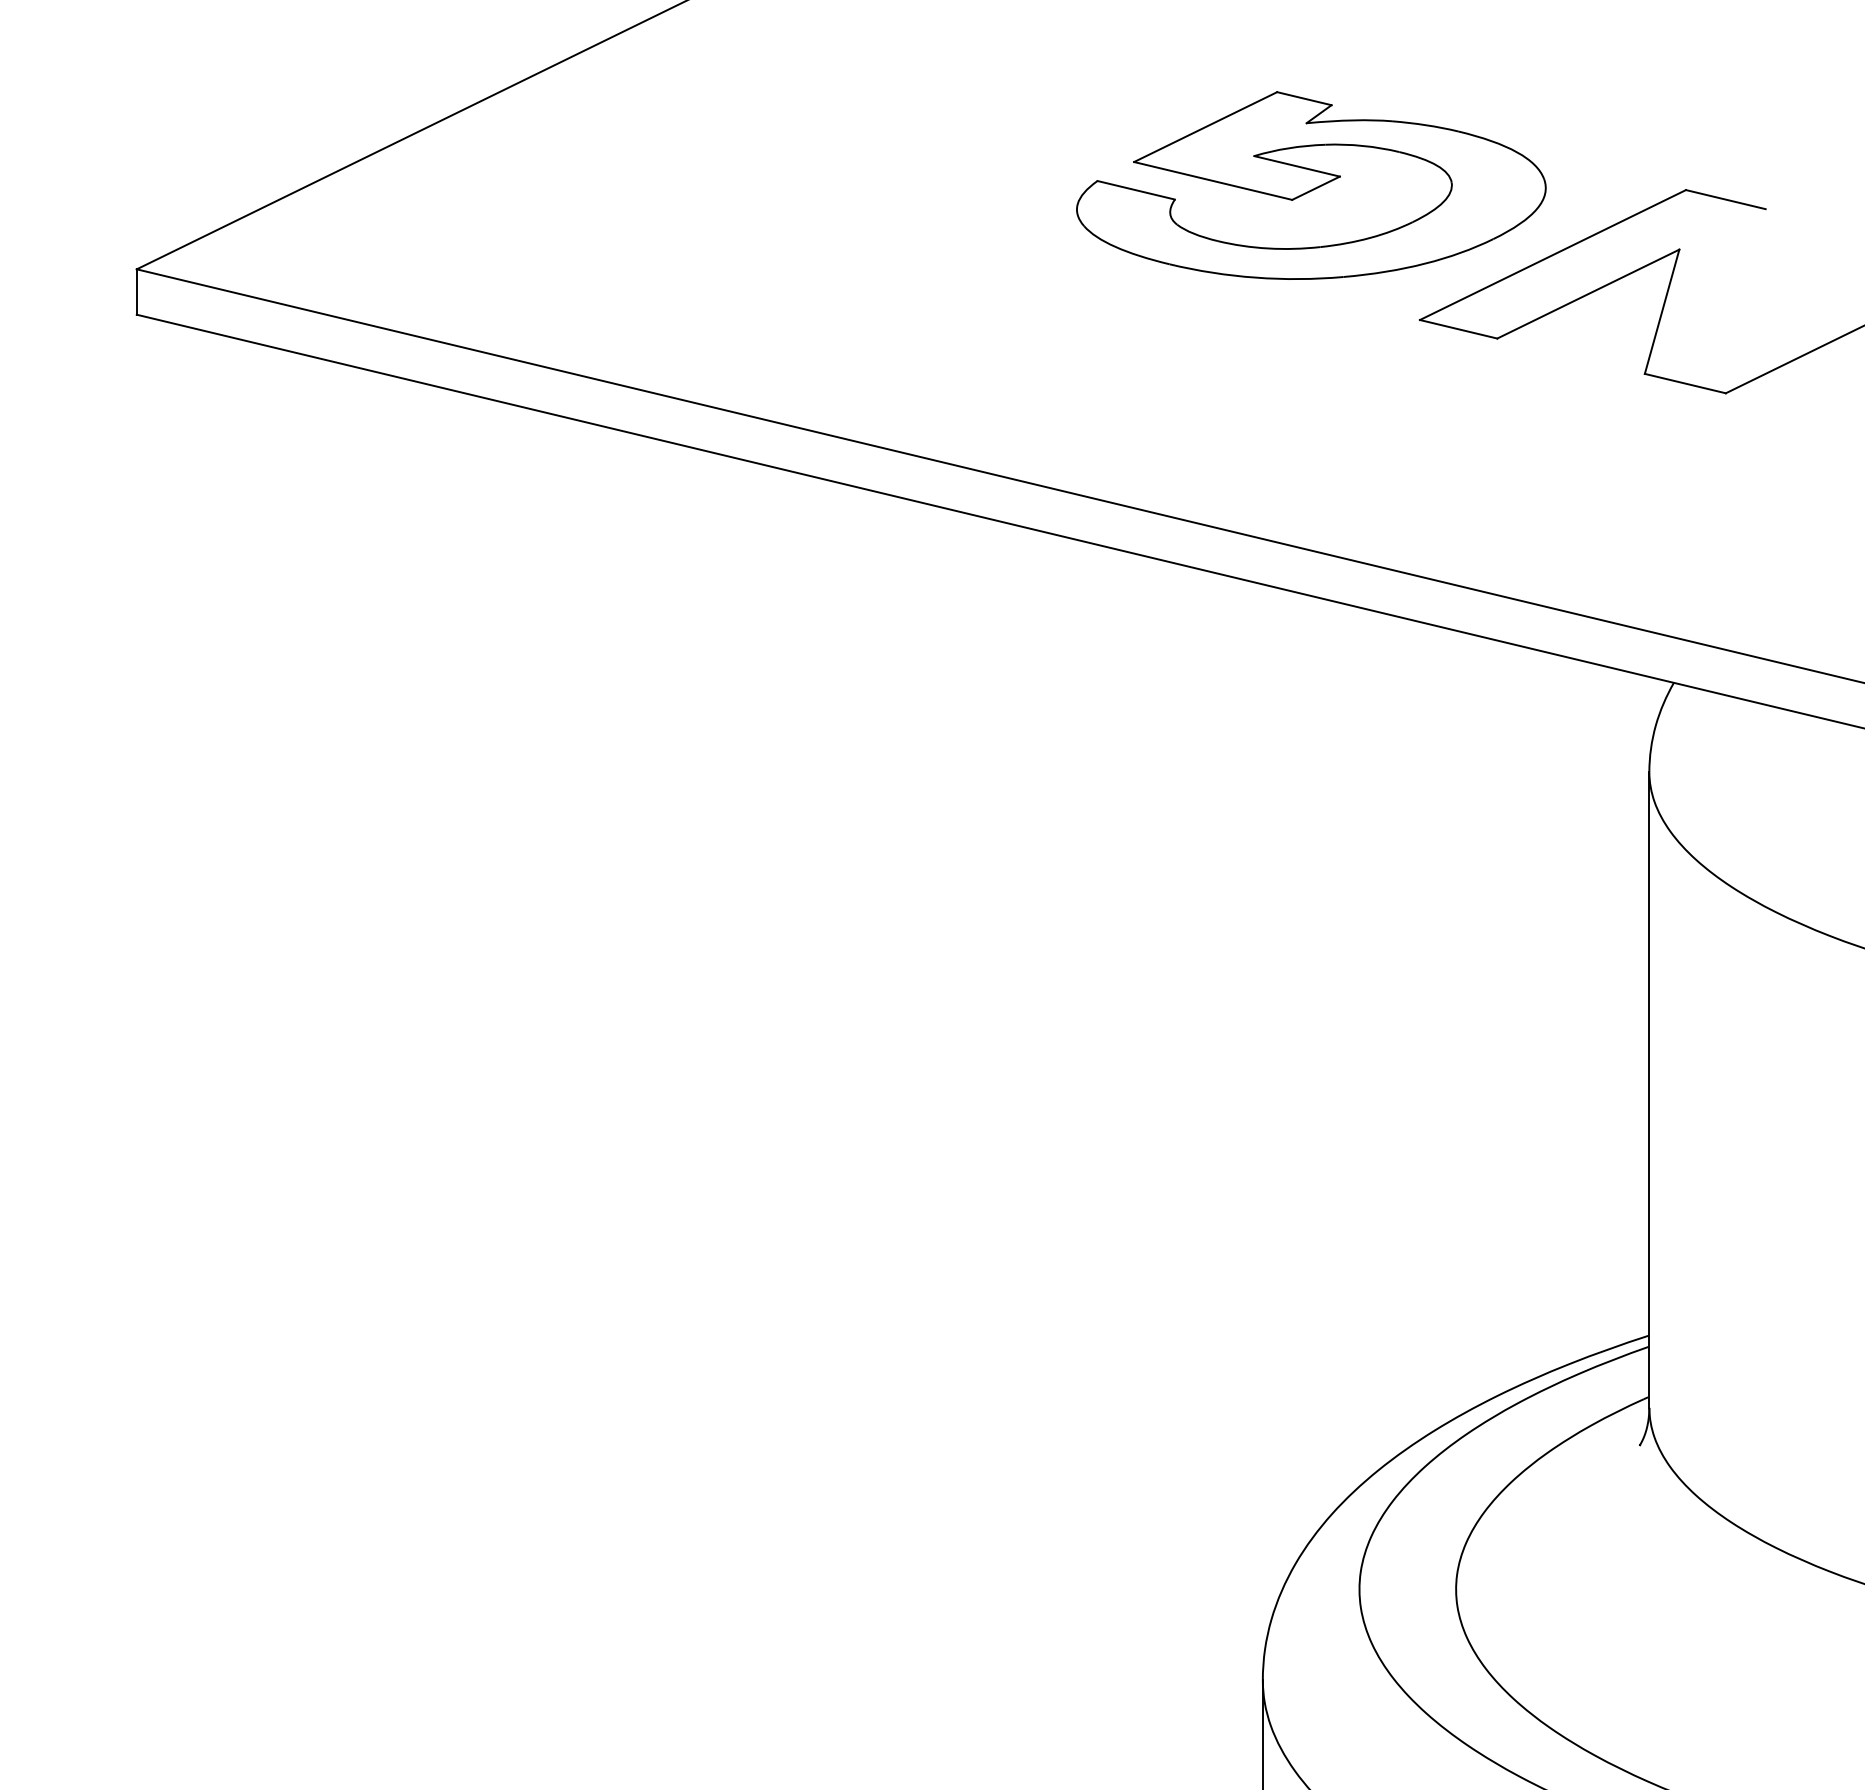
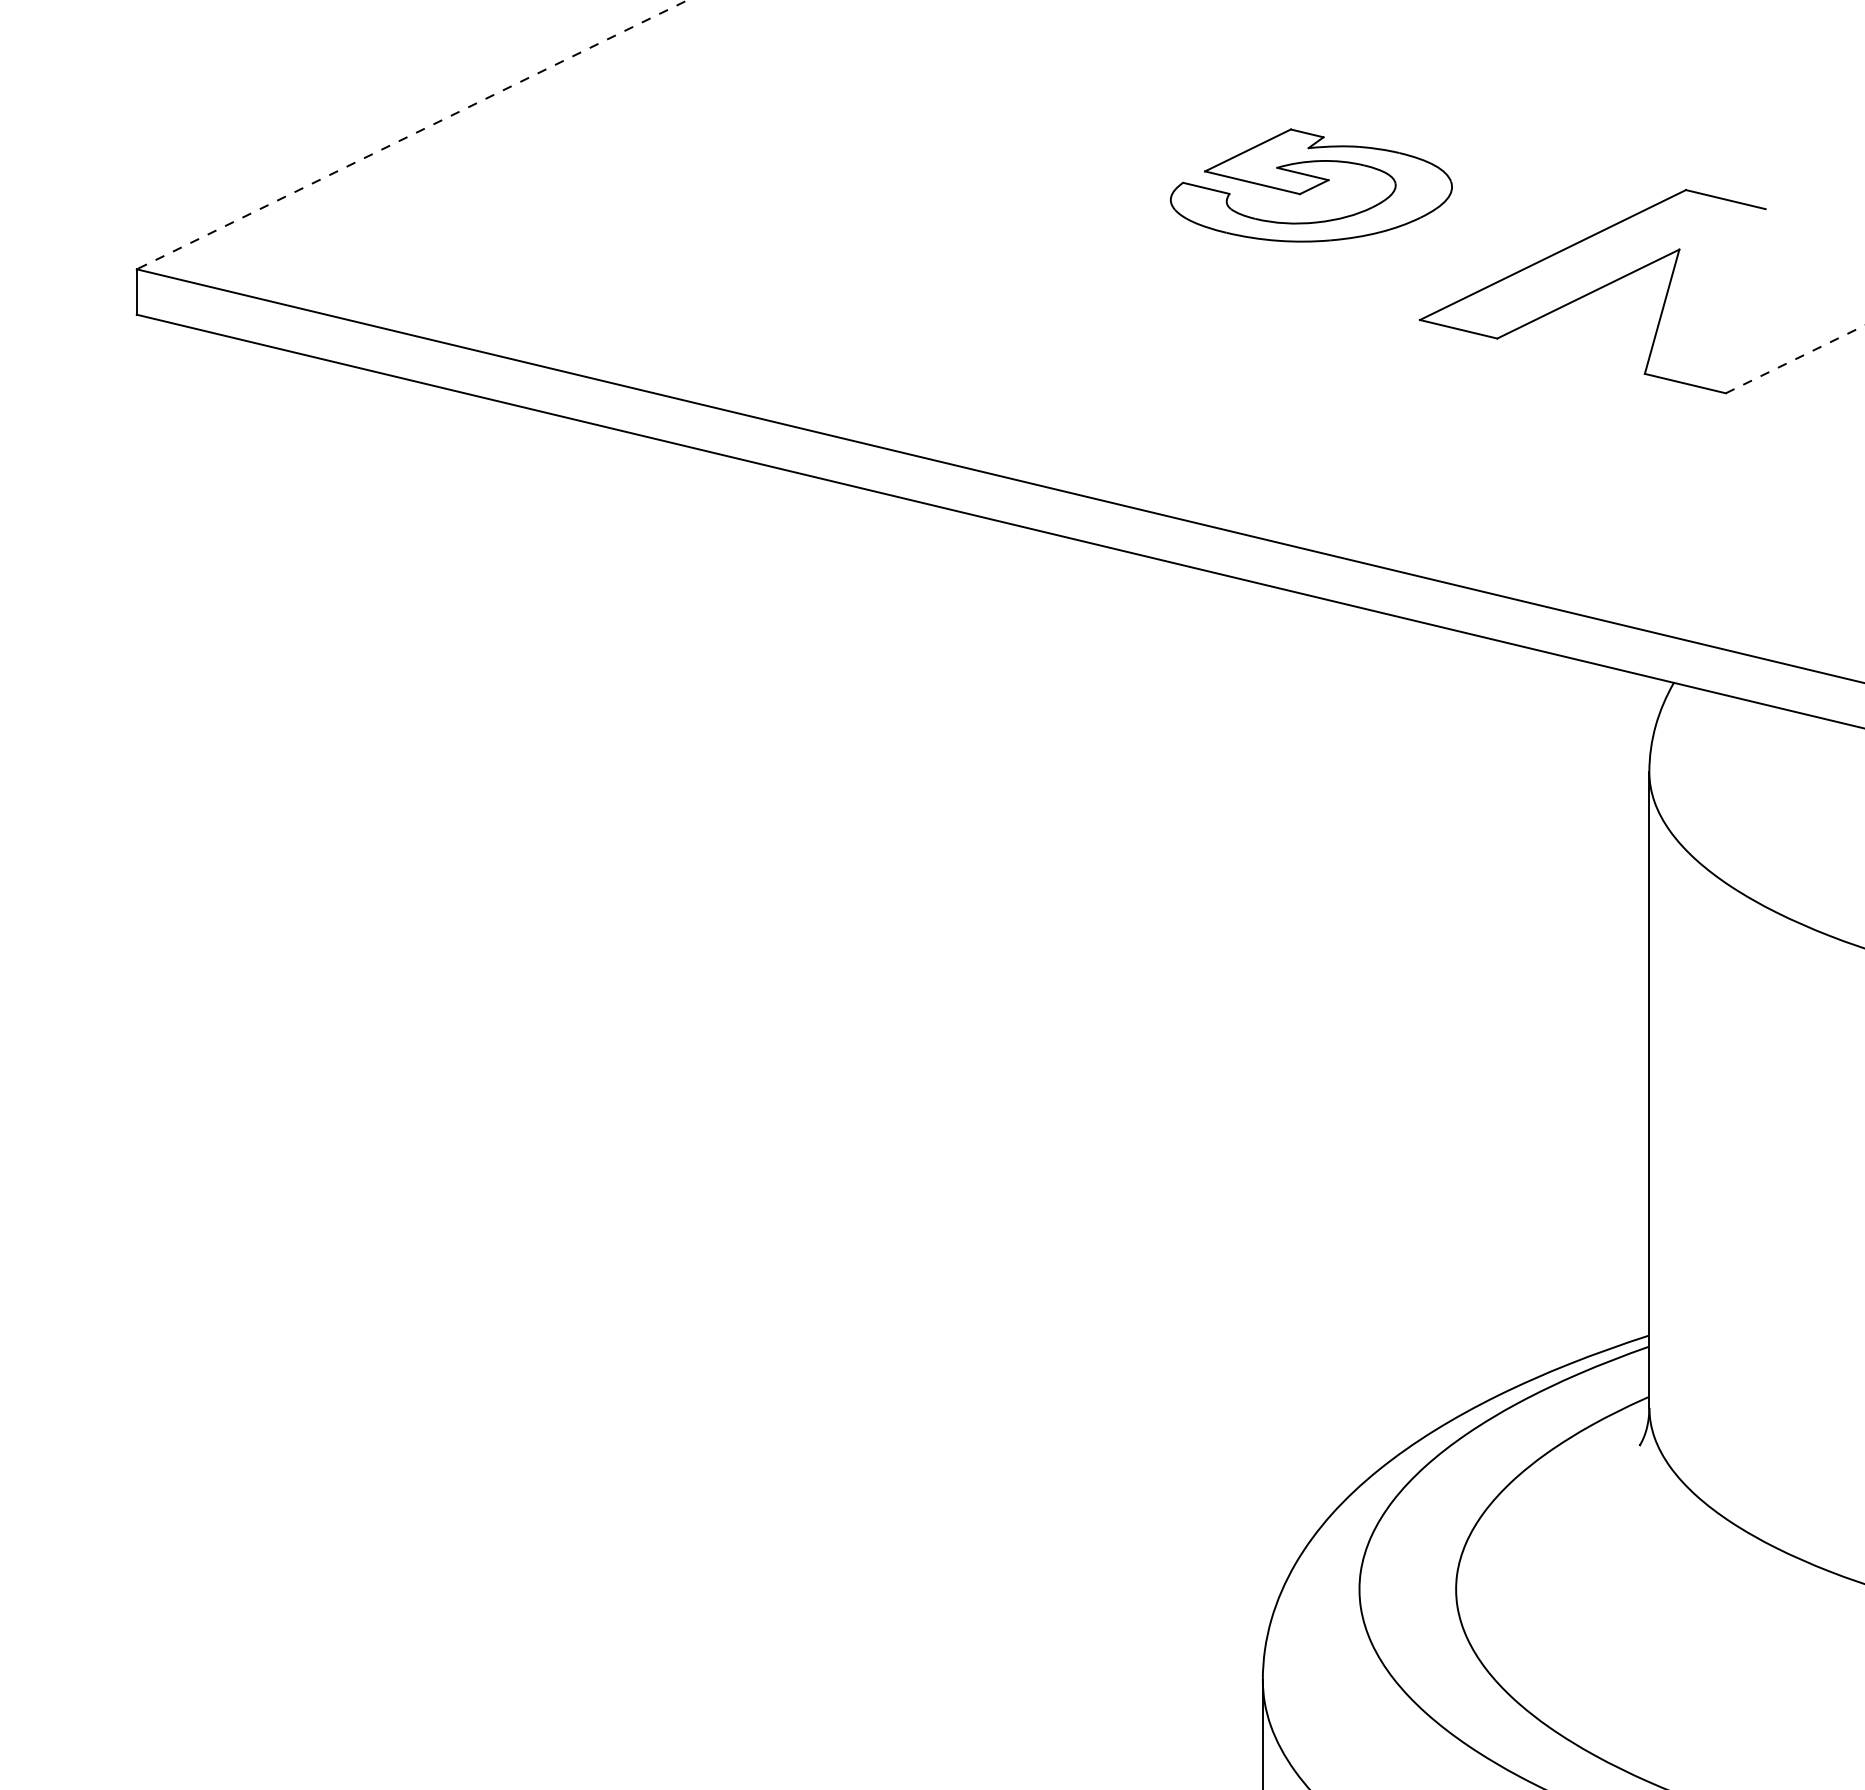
line at (411, 135): solid -> dashed
part at (1311, 185) size: 471x189 px -> 283x115 px
line at (1795, 359): solid -> dashed
